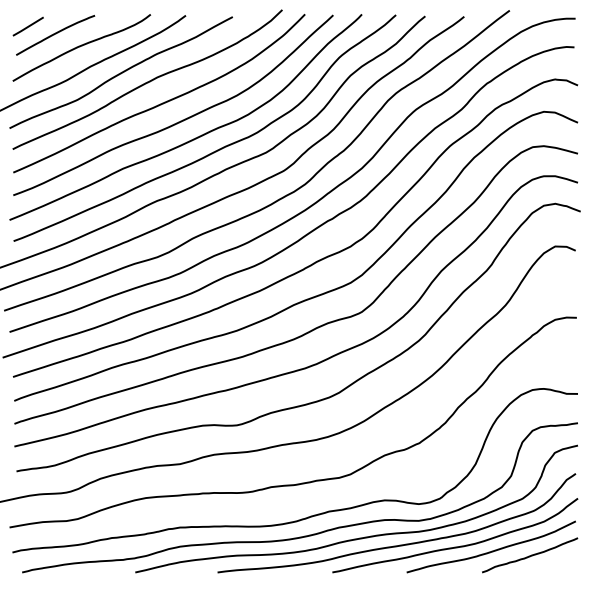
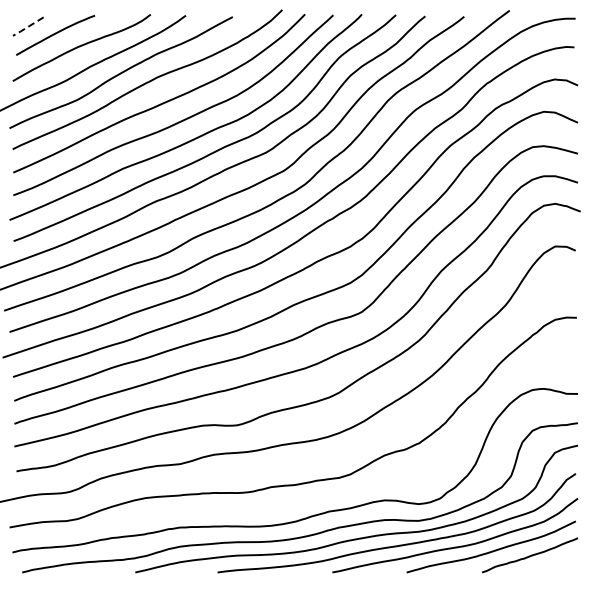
line at (27, 27): solid -> dashed
